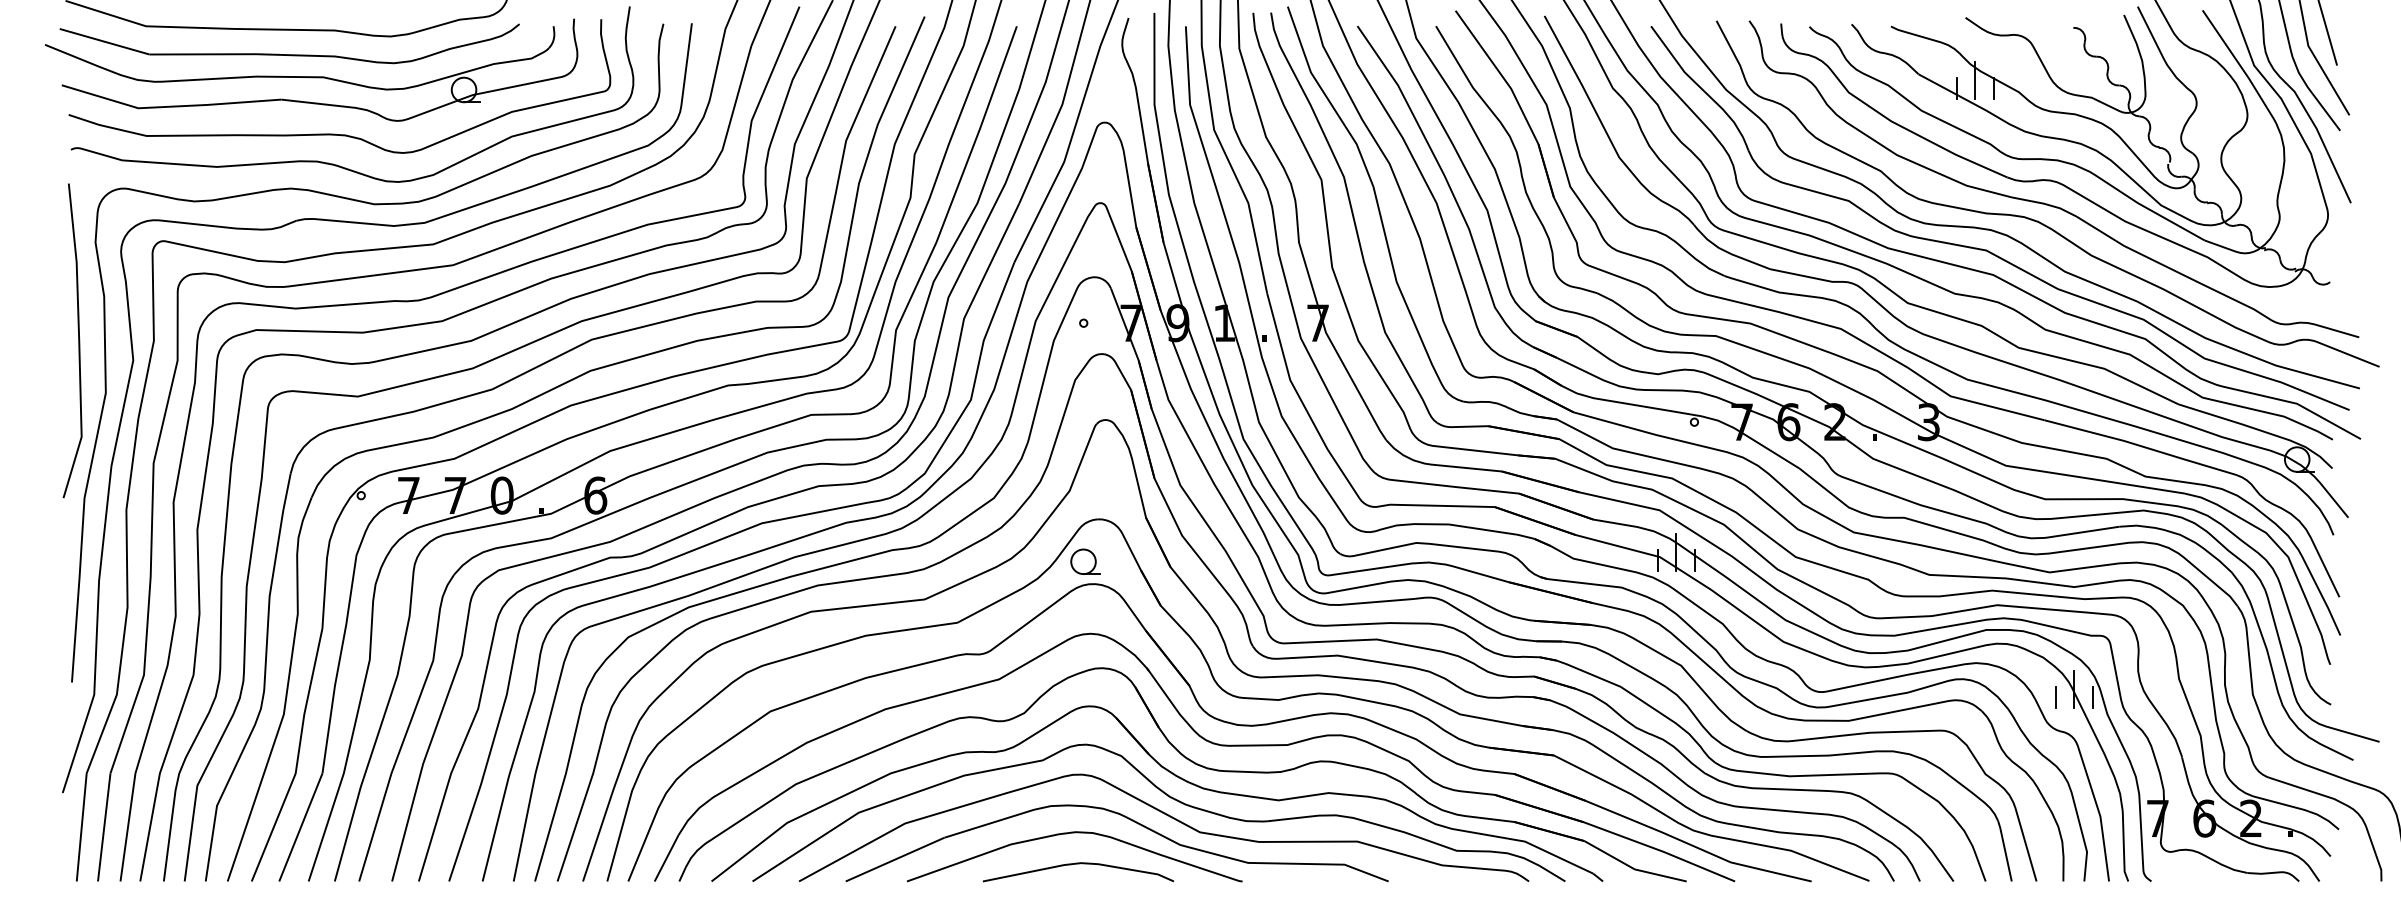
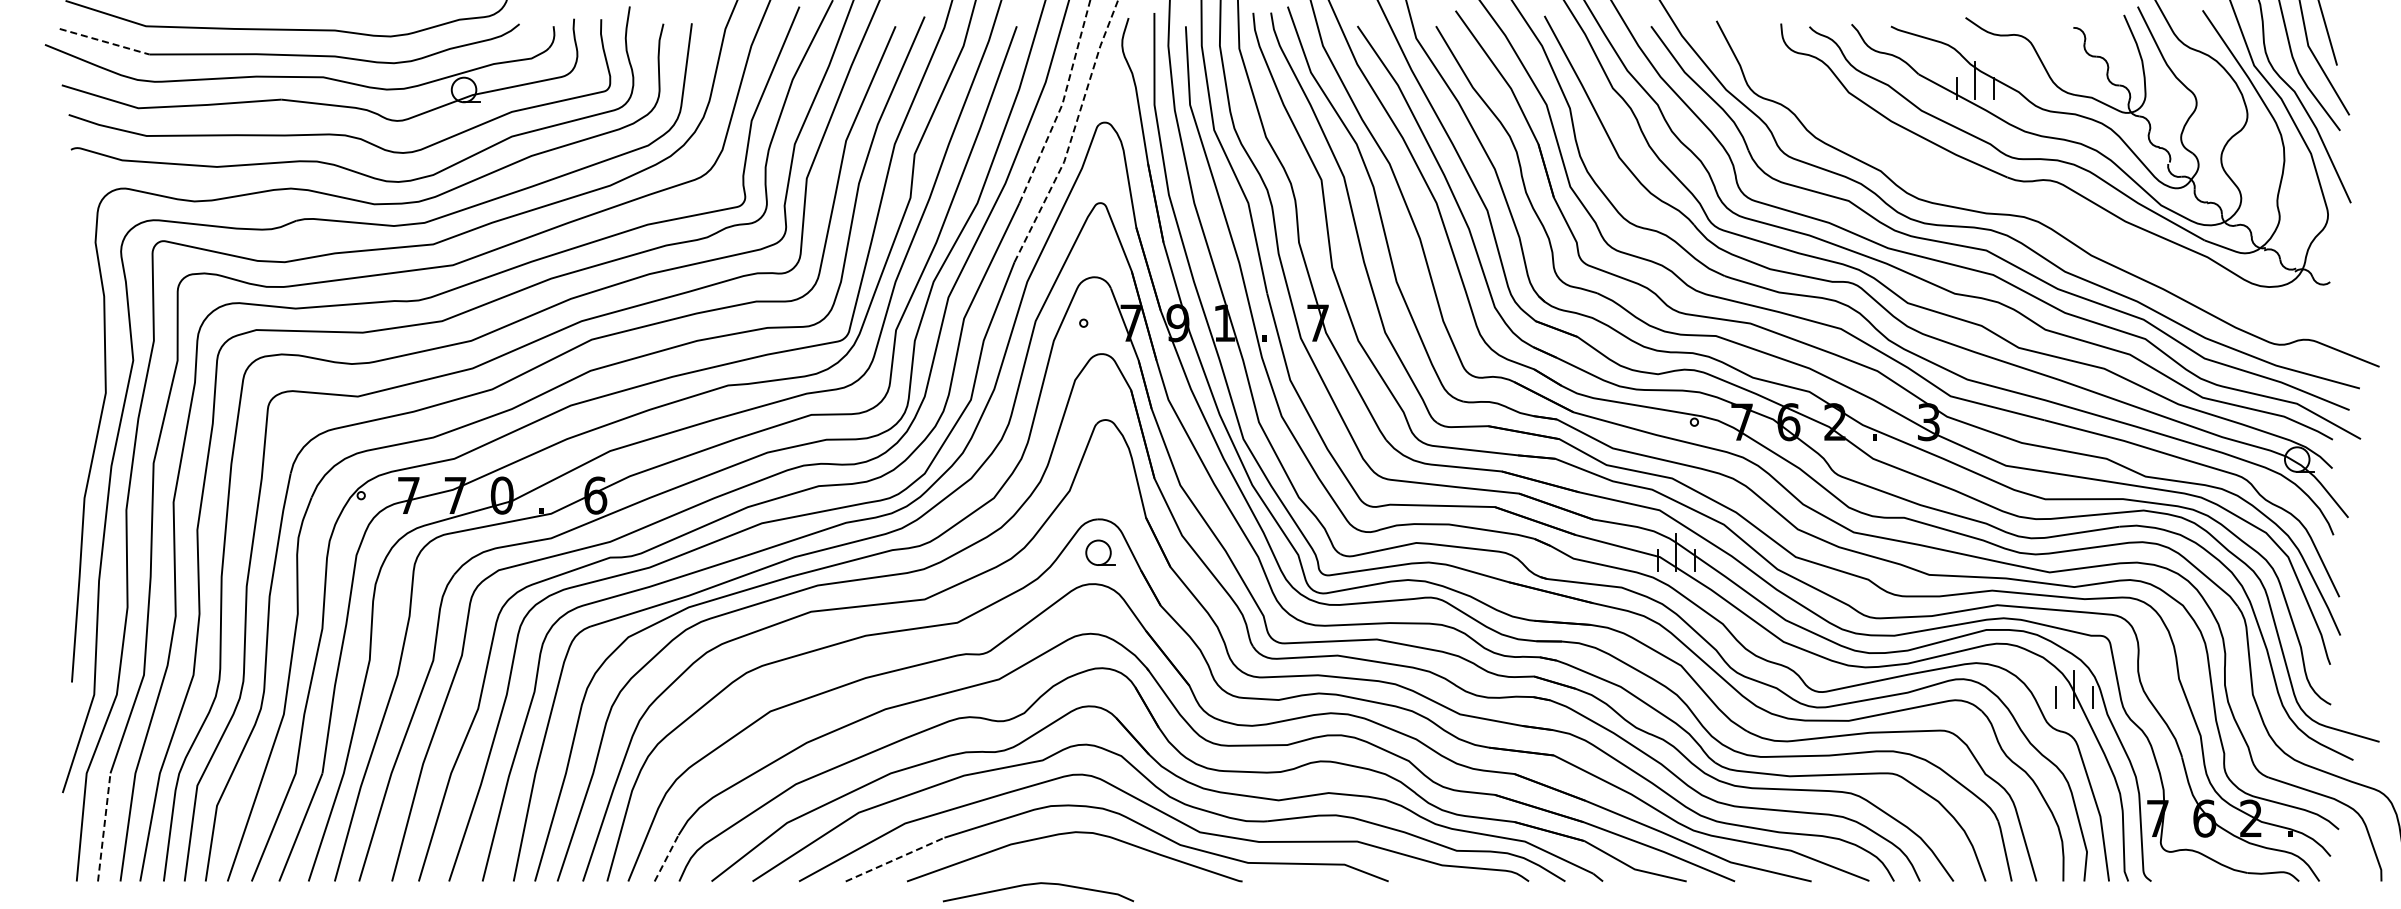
line at (104, 41): solid -> dashed
line at (1062, 104): solid -> dashed
line at (1073, 133): solid -> dashed
part at (2044, 202): present -> none
line at (78, 340): present -> none
part at (1085, 561) position: (1085, 561) -> (1100, 552)
line at (104, 826): solid -> dashed
line at (666, 857): solid -> dashed
line at (895, 859): solid -> dashed
curve at (1078, 864) position: (1078, 864) -> (1038, 884)
